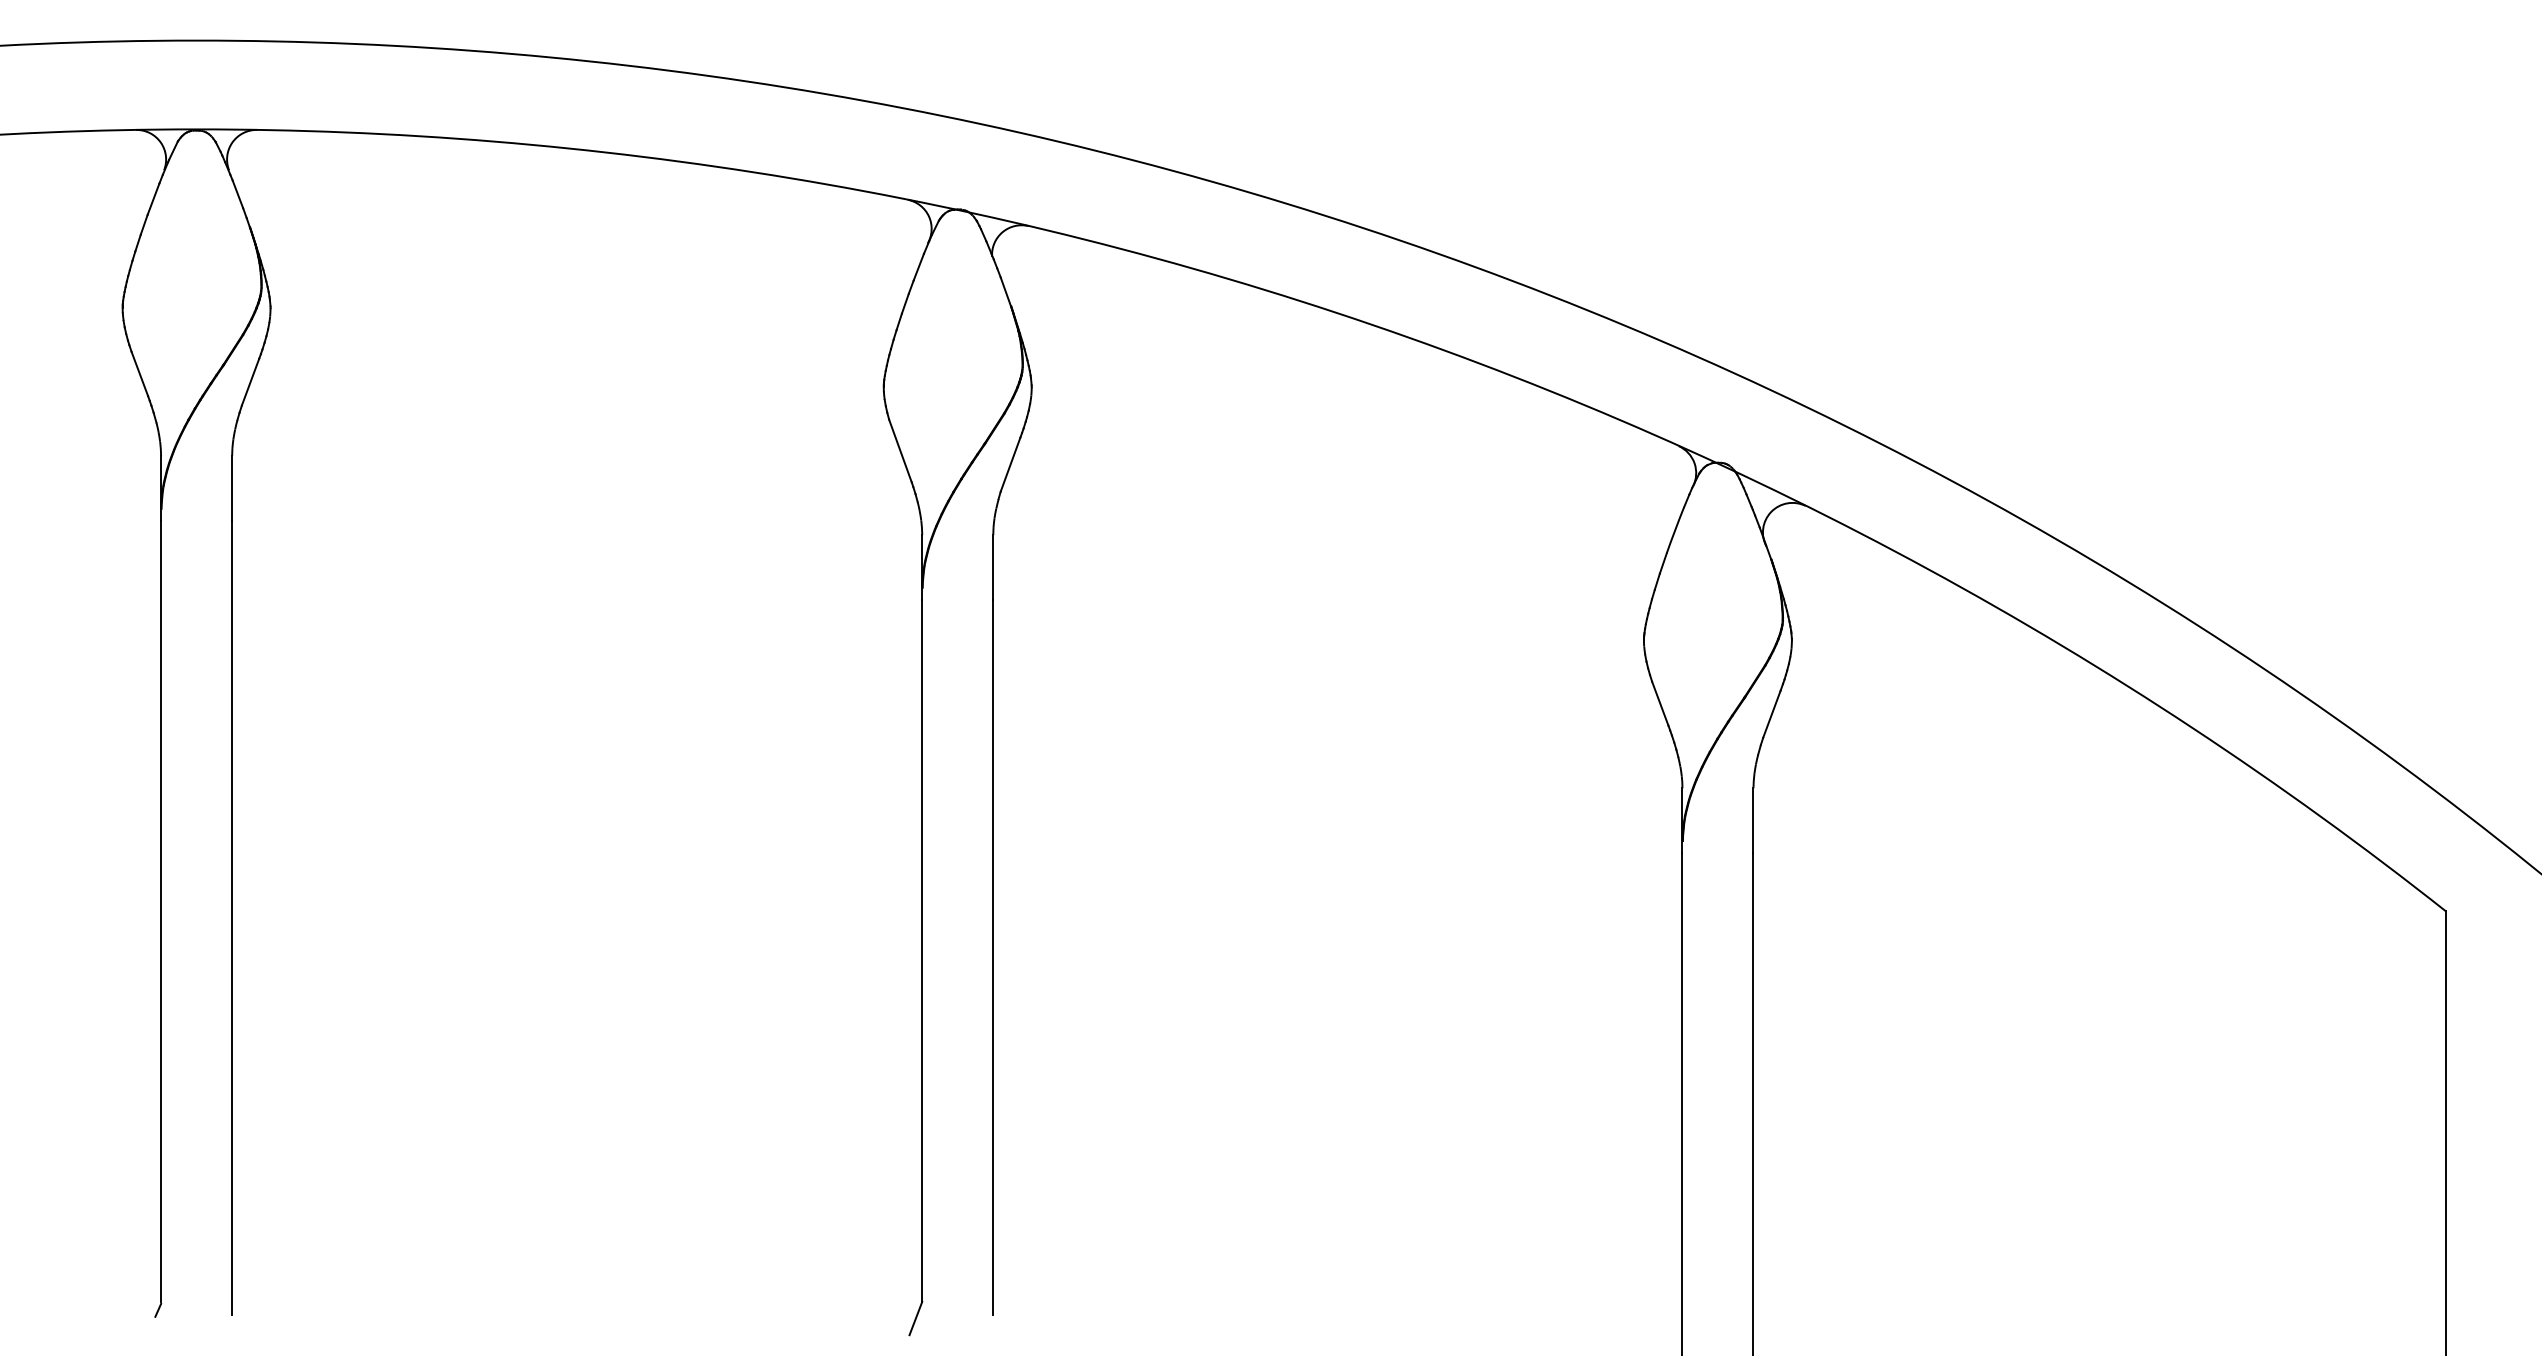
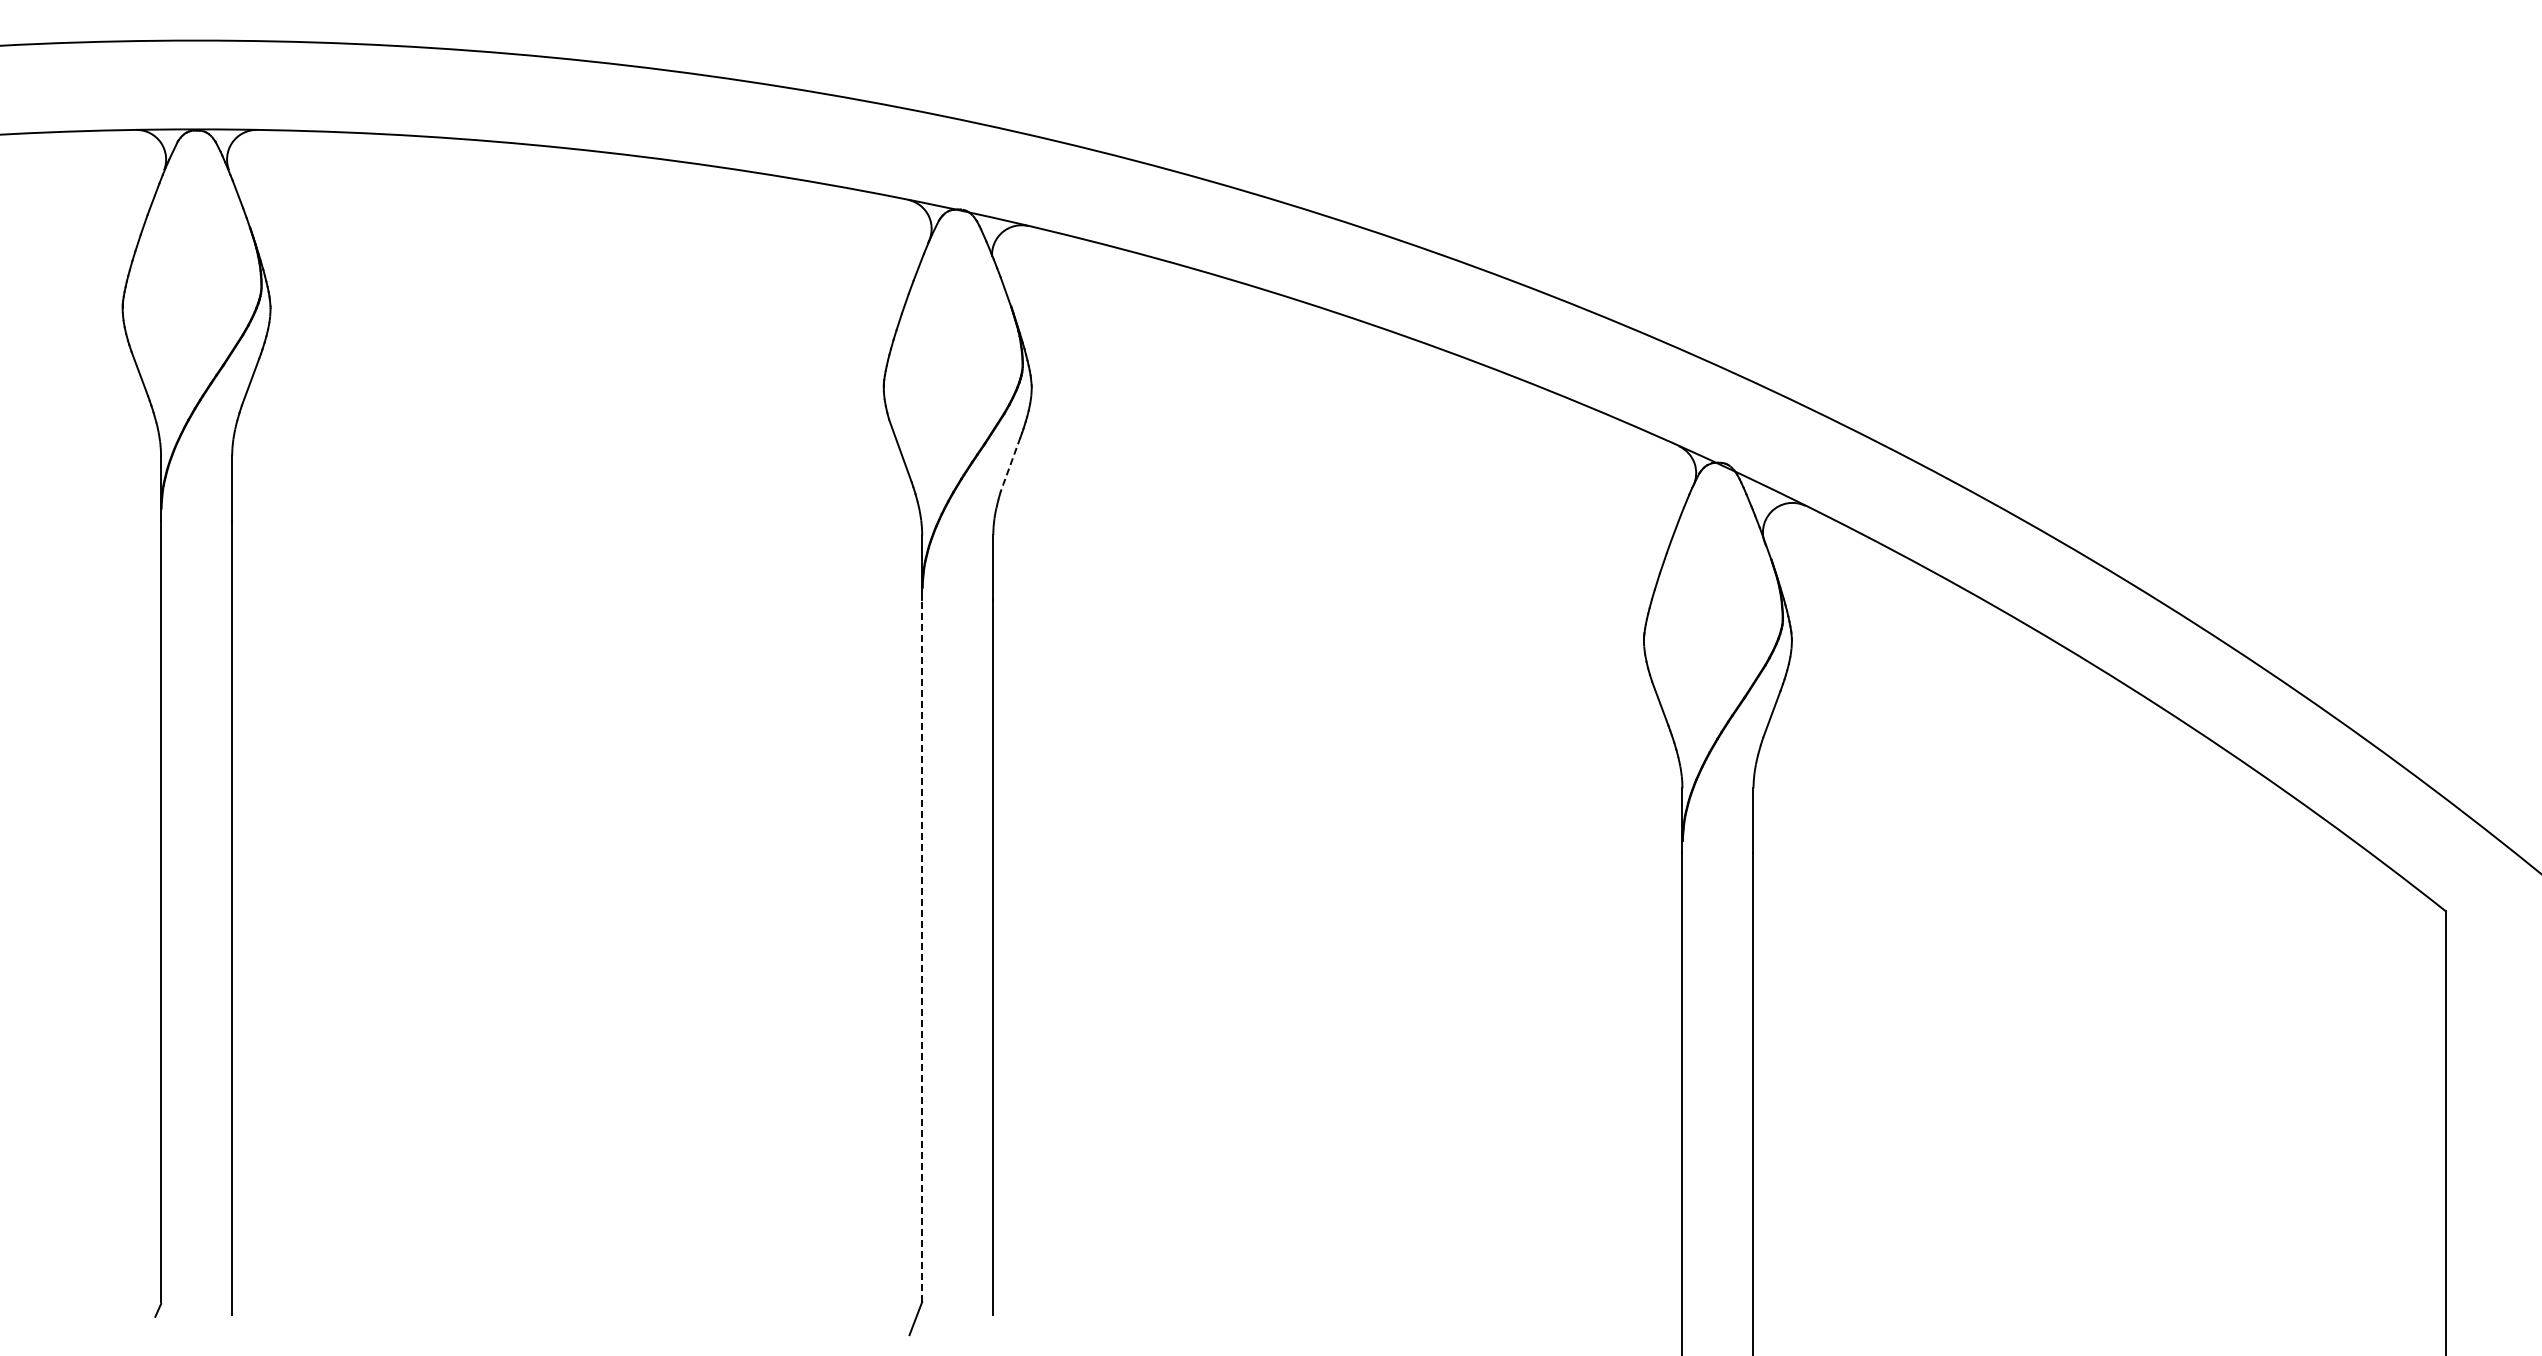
line at (1010, 464): solid -> dashed
line at (922, 951): solid -> dashed
